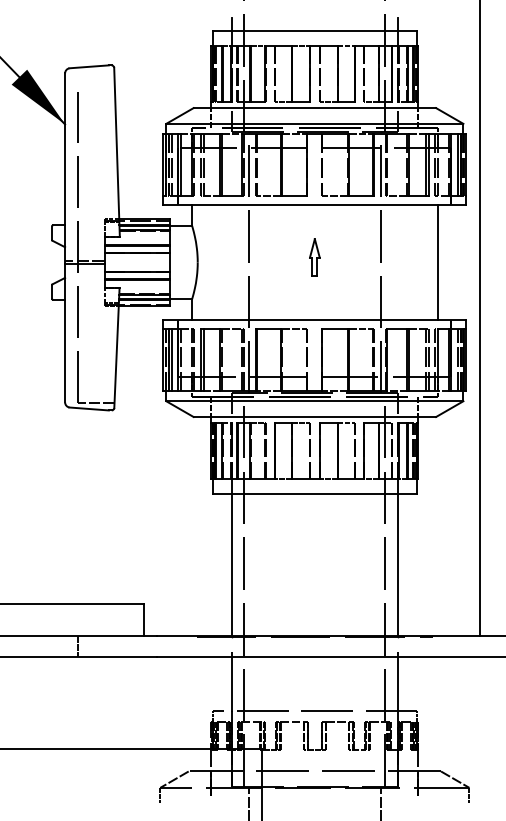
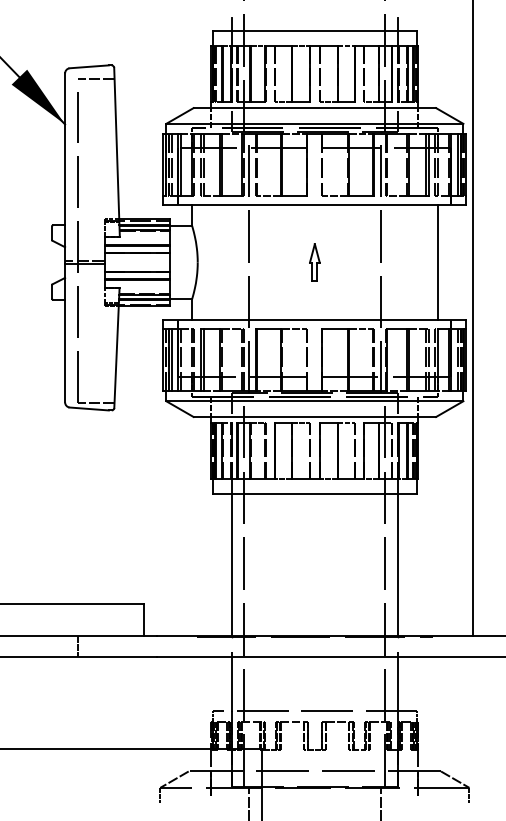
line at (96, 78): none -> present
part at (314, 257) position: (314, 257) -> (314, 262)
line at (479, 318) position: (479, 318) -> (472, 318)
